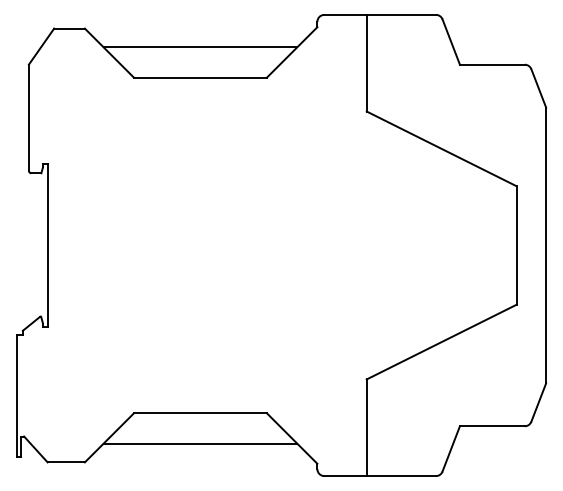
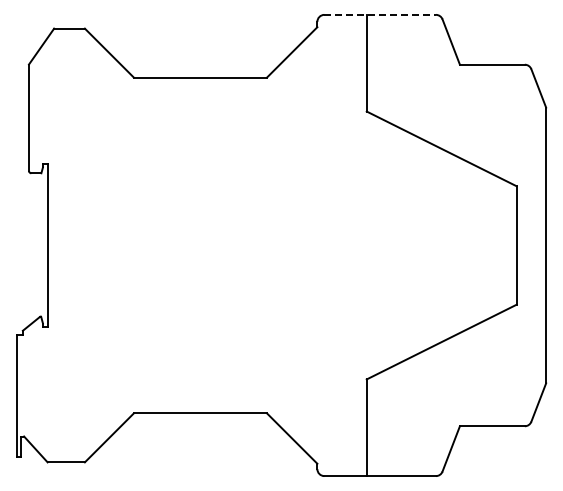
line at (380, 14): solid -> dashed
line at (200, 47): present -> none
line at (200, 443): present -> none
